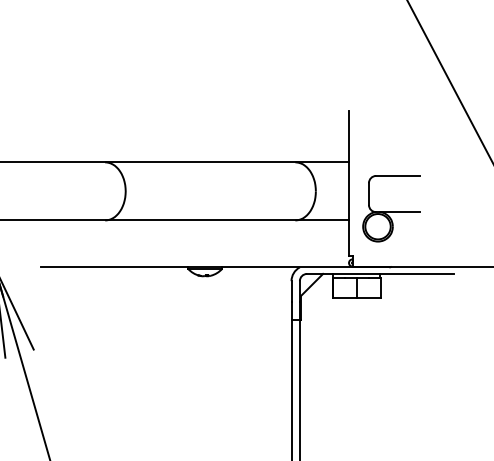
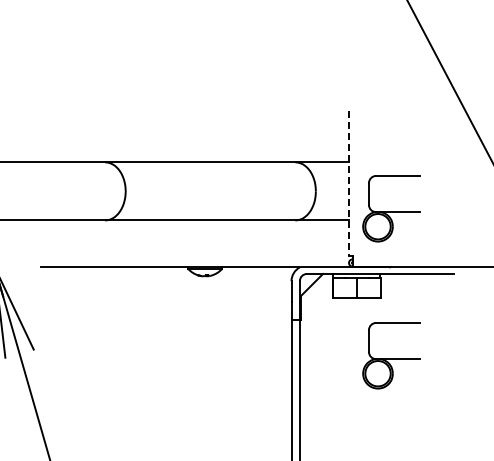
line at (349, 183): solid -> dashed
part at (391, 355): none -> present
